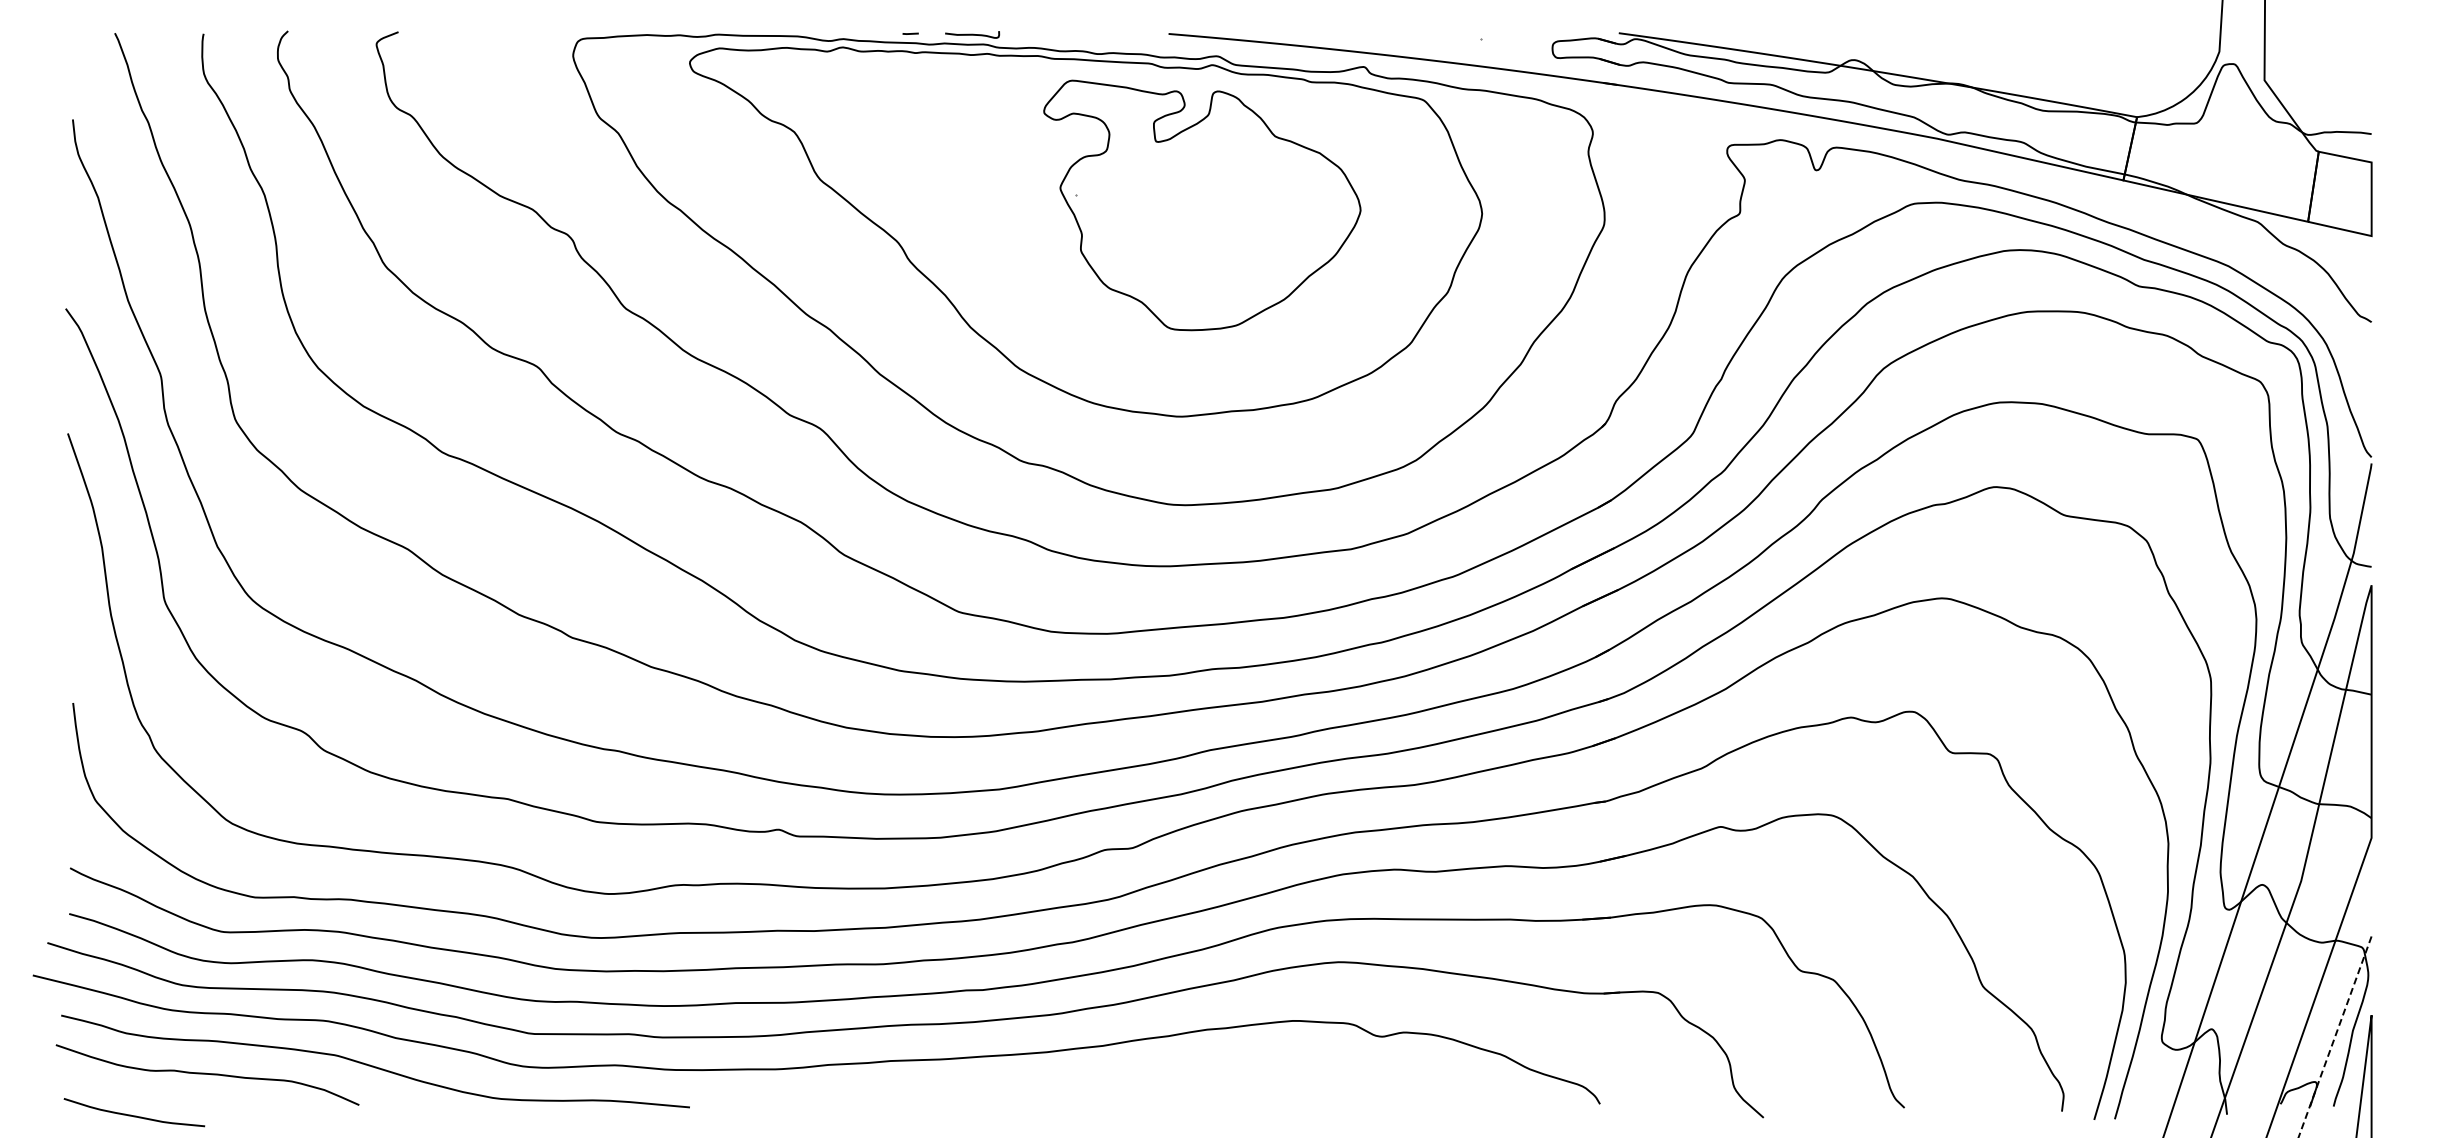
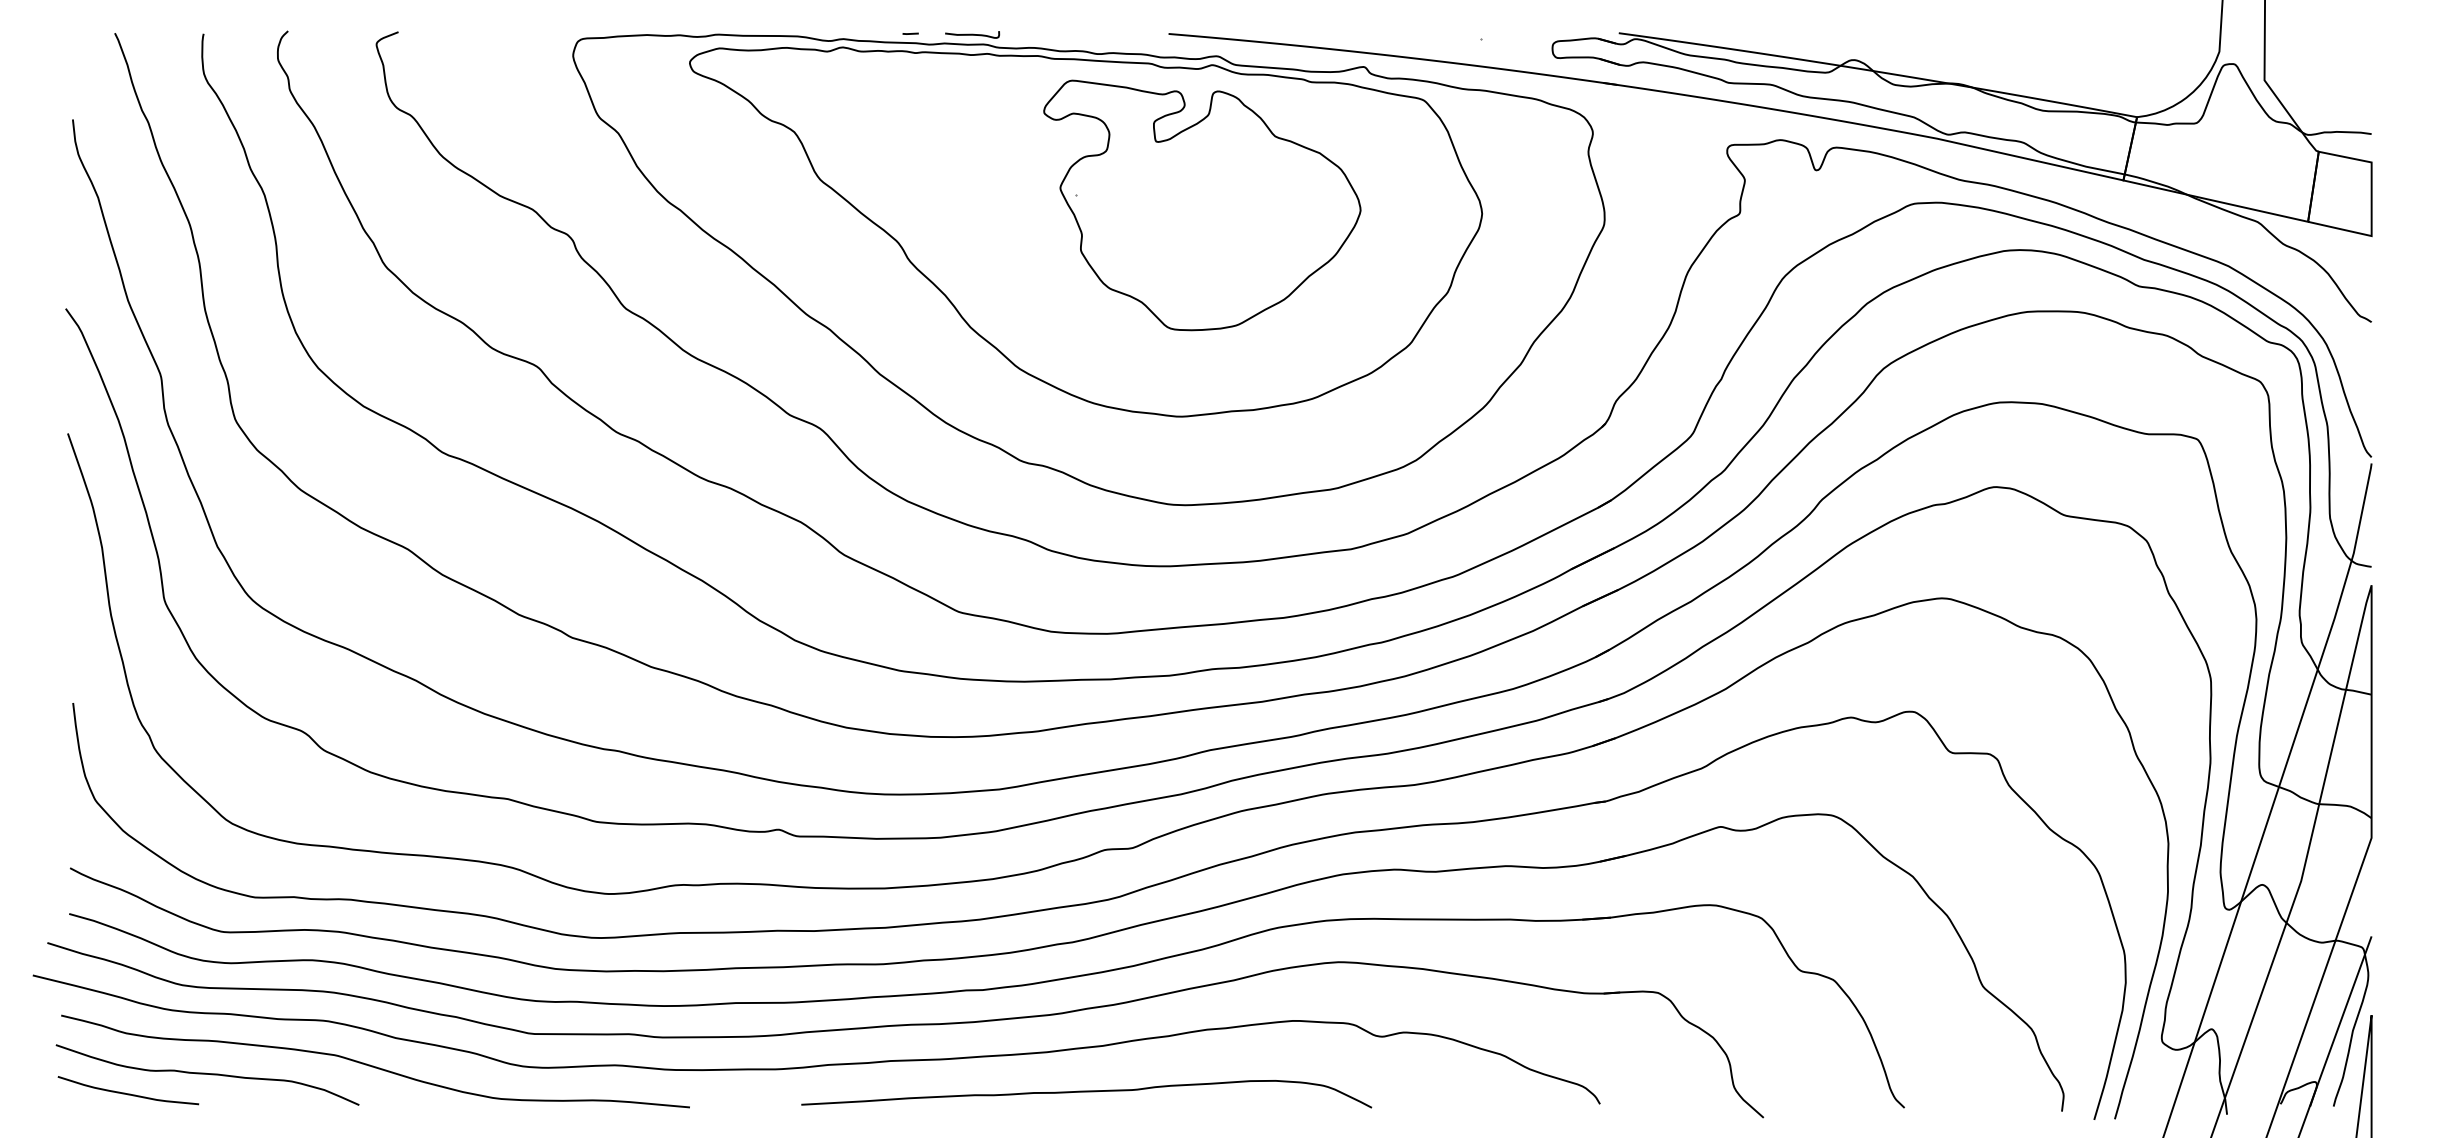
line at (2335, 1036): dashed -> solid
curve at (1086, 1092): none -> present
curve at (134, 1115) position: (134, 1115) -> (128, 1093)
